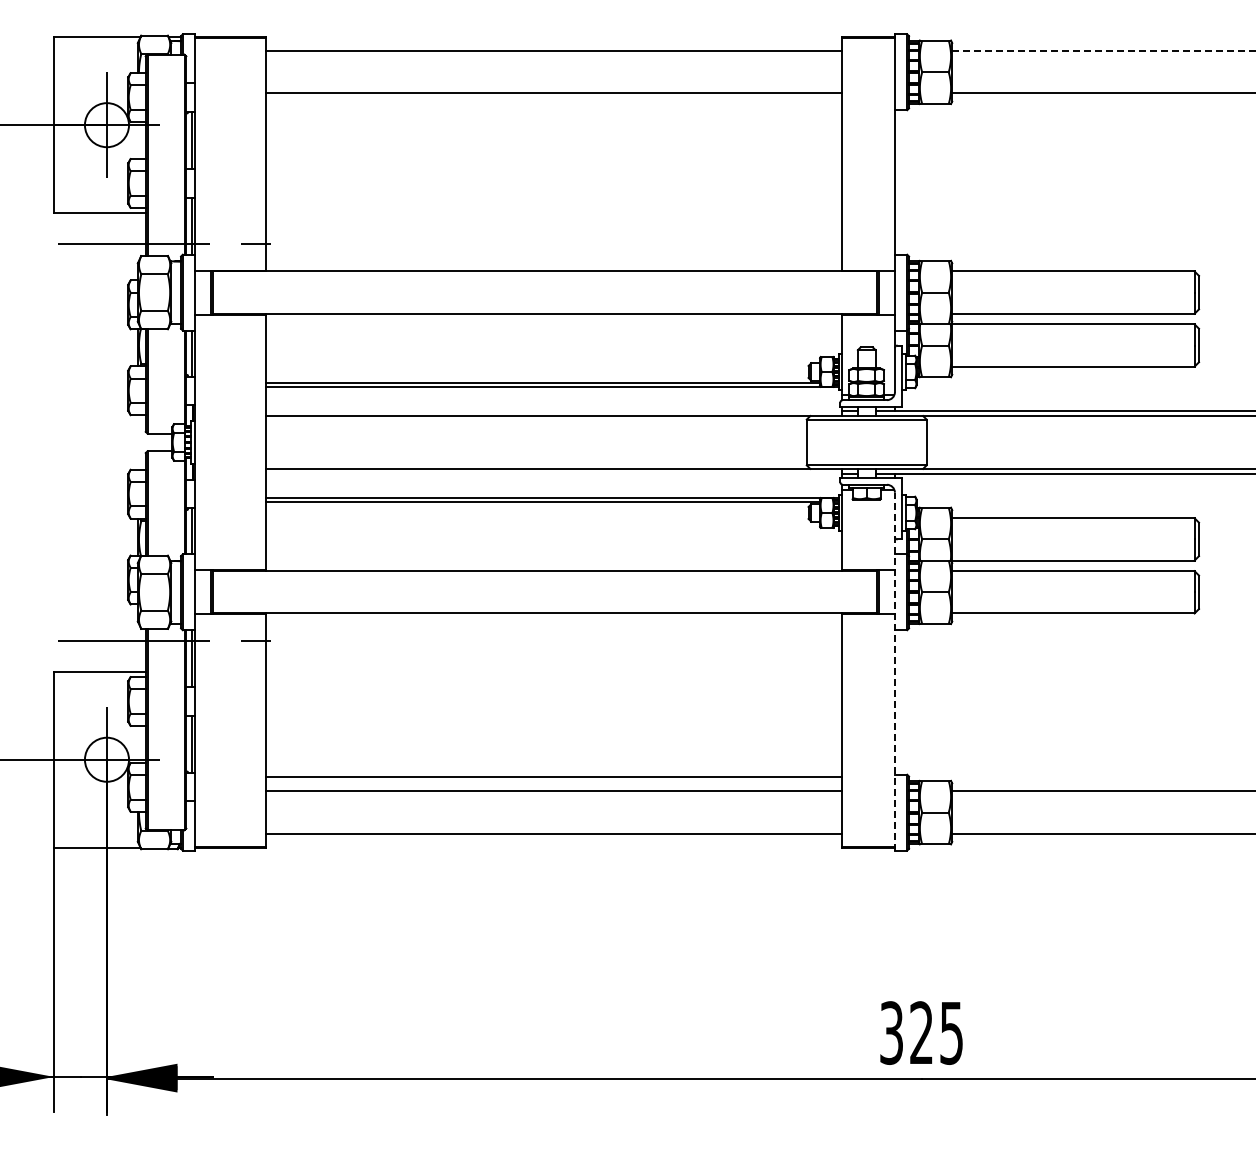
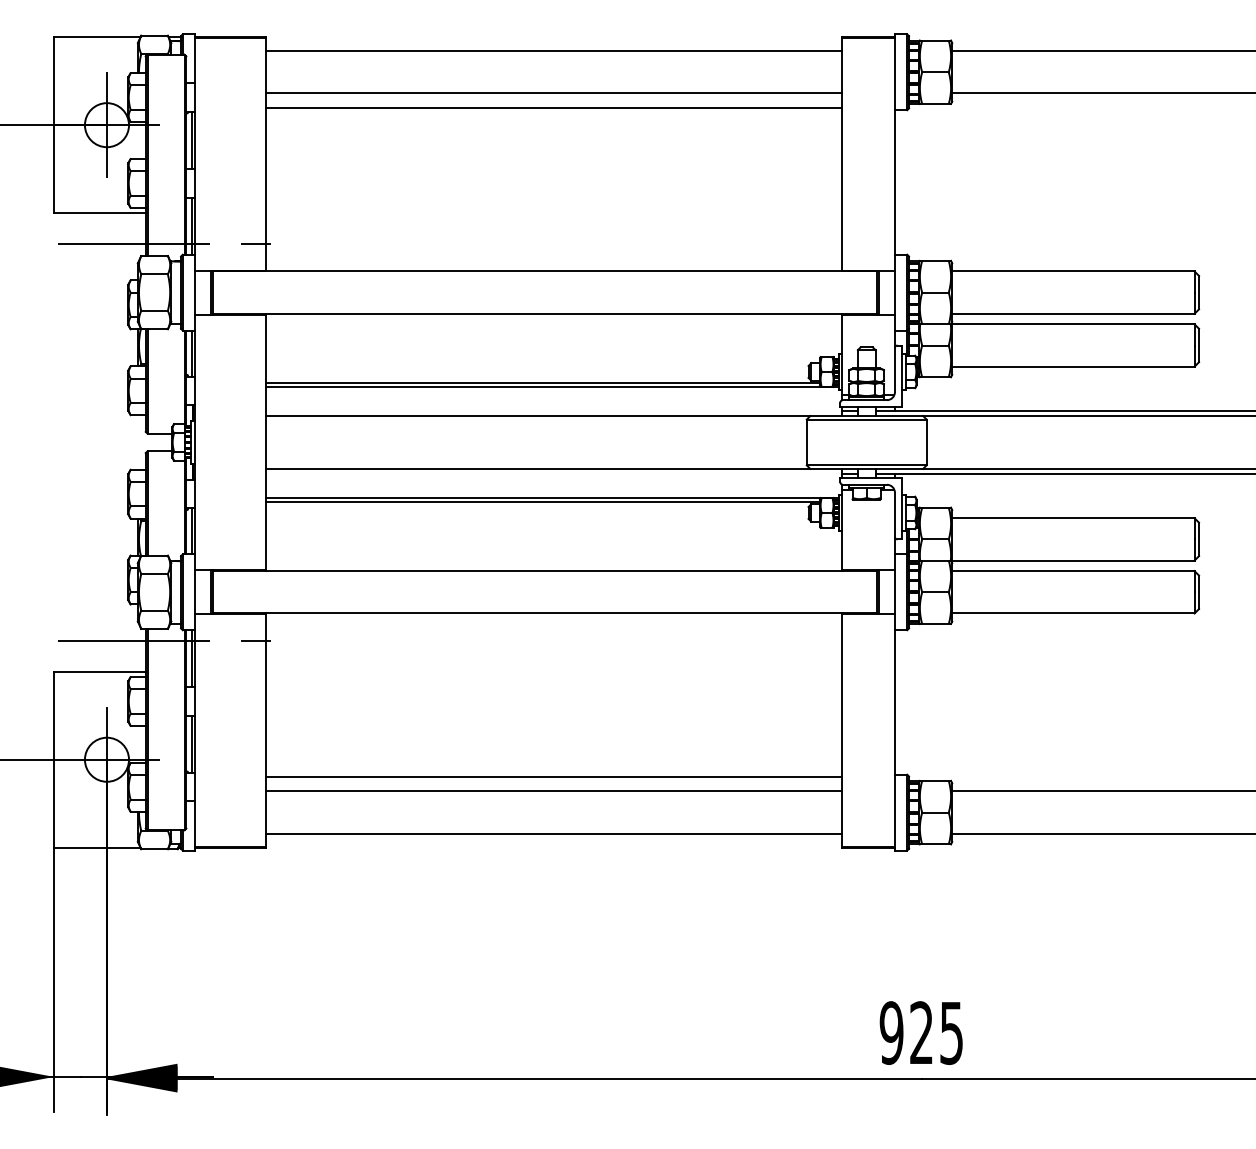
line at (1104, 51): dashed -> solid
line at (553, 107): none -> present
line at (894, 671): dashed -> solid
text at (891, 1032): 325 -> 925
